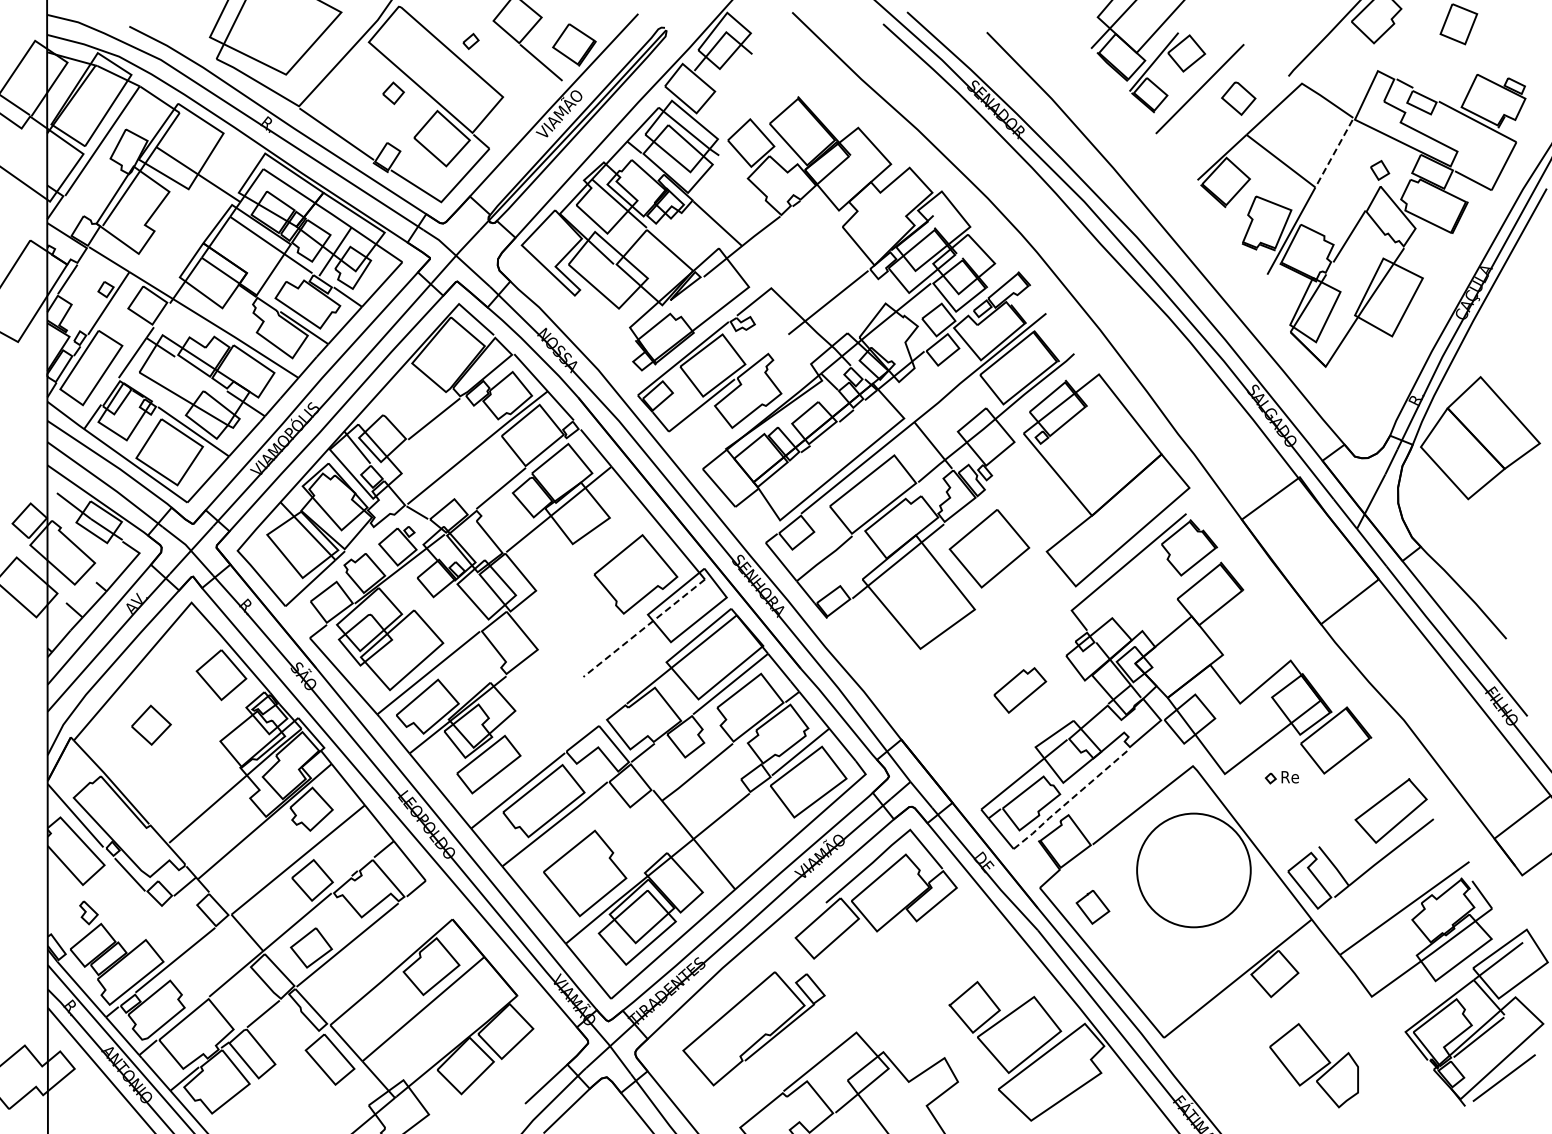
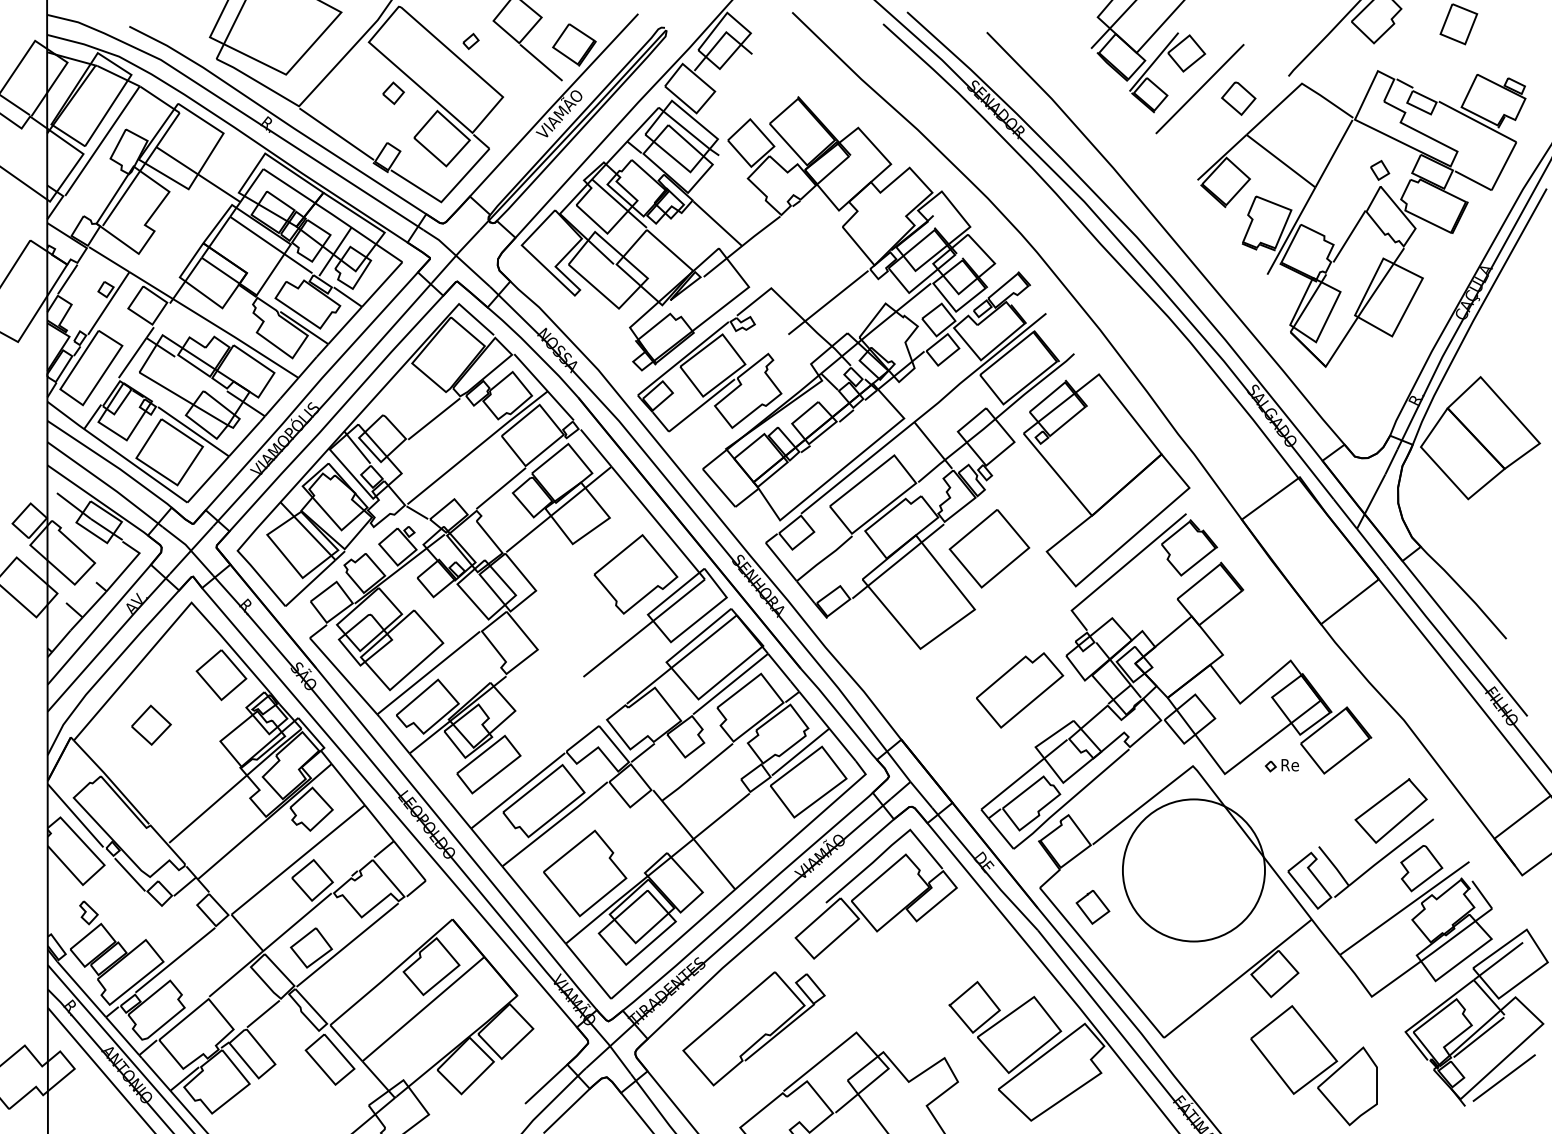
line at (1334, 153): dashed -> solid
line at (644, 628): dashed -> solid
part at (1020, 690) size: 55x47 px -> 89x77 px
part at (1281, 777) position: (1281, 777) -> (1281, 765)
line at (1070, 800): dashed -> solid
part at (1421, 868): none -> present
circle at (1193, 870) diameter: 114 px -> 142 px
part at (1313, 1065) size: 90x86 px -> 128x122 px
